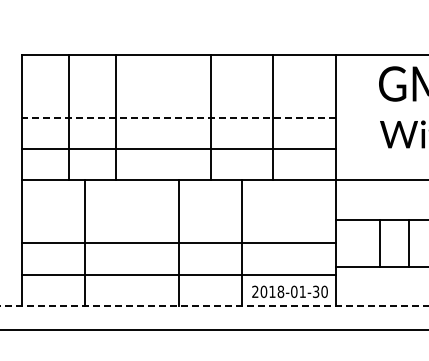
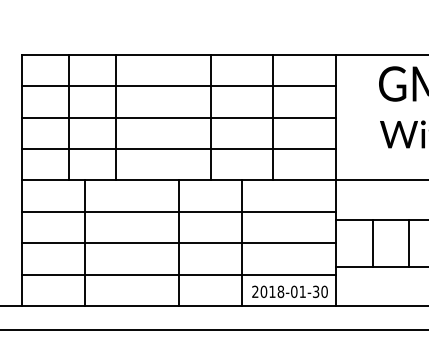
line at (178, 86): none -> present
line at (178, 117): dashed -> solid
line at (178, 211): none -> present
line at (379, 243) position: (379, 243) -> (372, 243)
line at (214, 306): dashed -> solid
